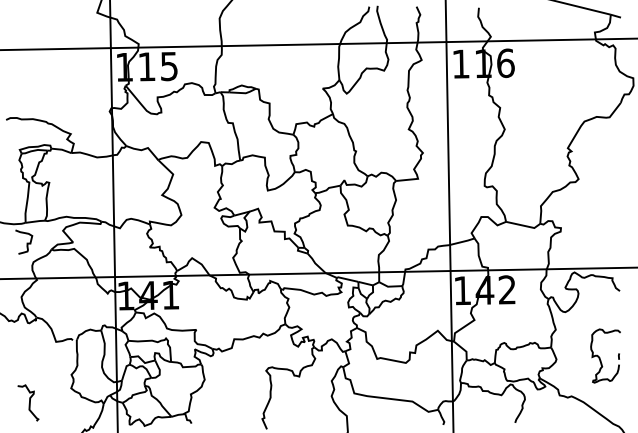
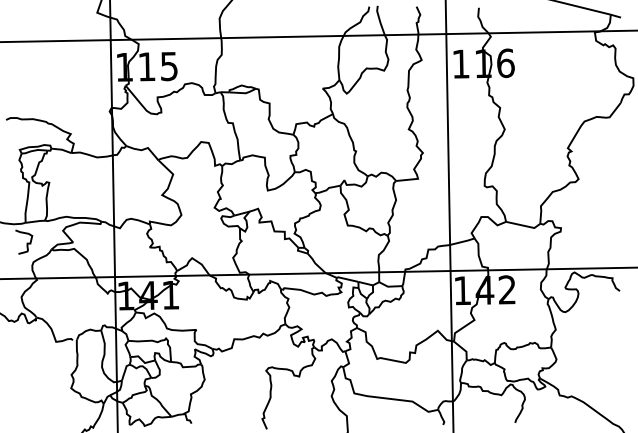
line at (318, 44) position: (318, 44) -> (318, 36)
part at (605, 355): present -> none
curve at (29, 402): present -> none
